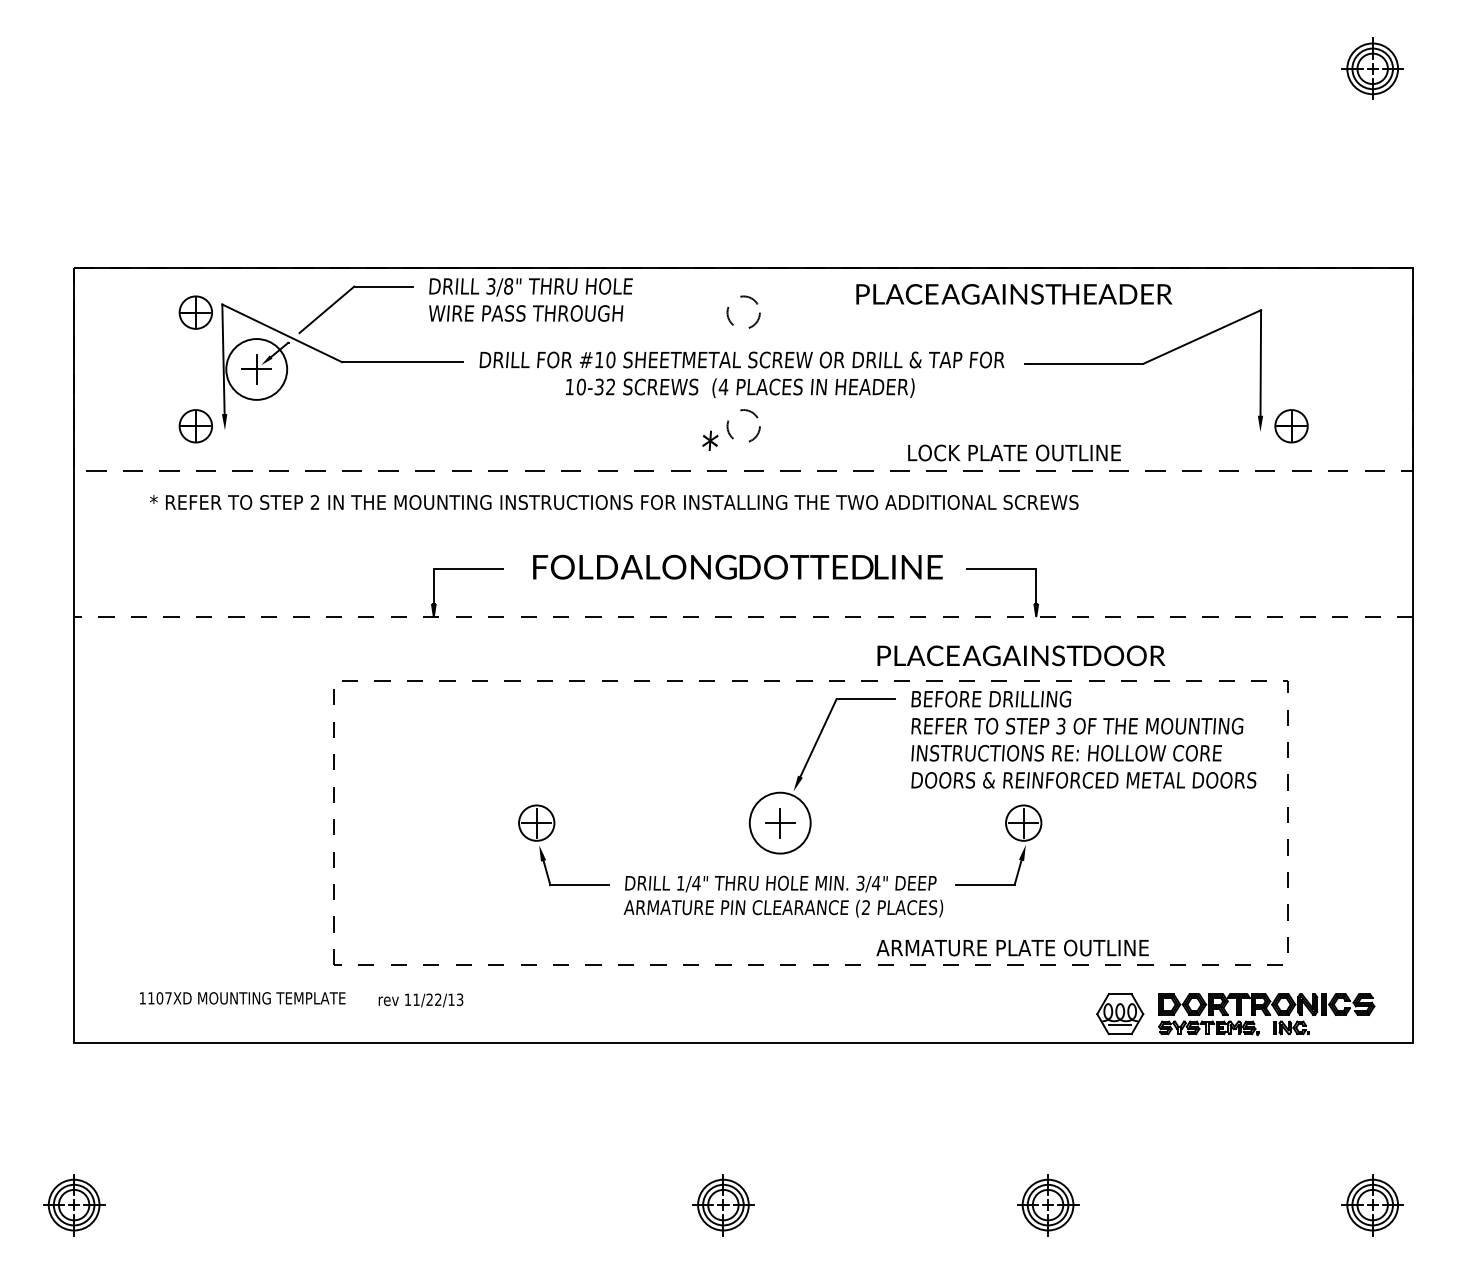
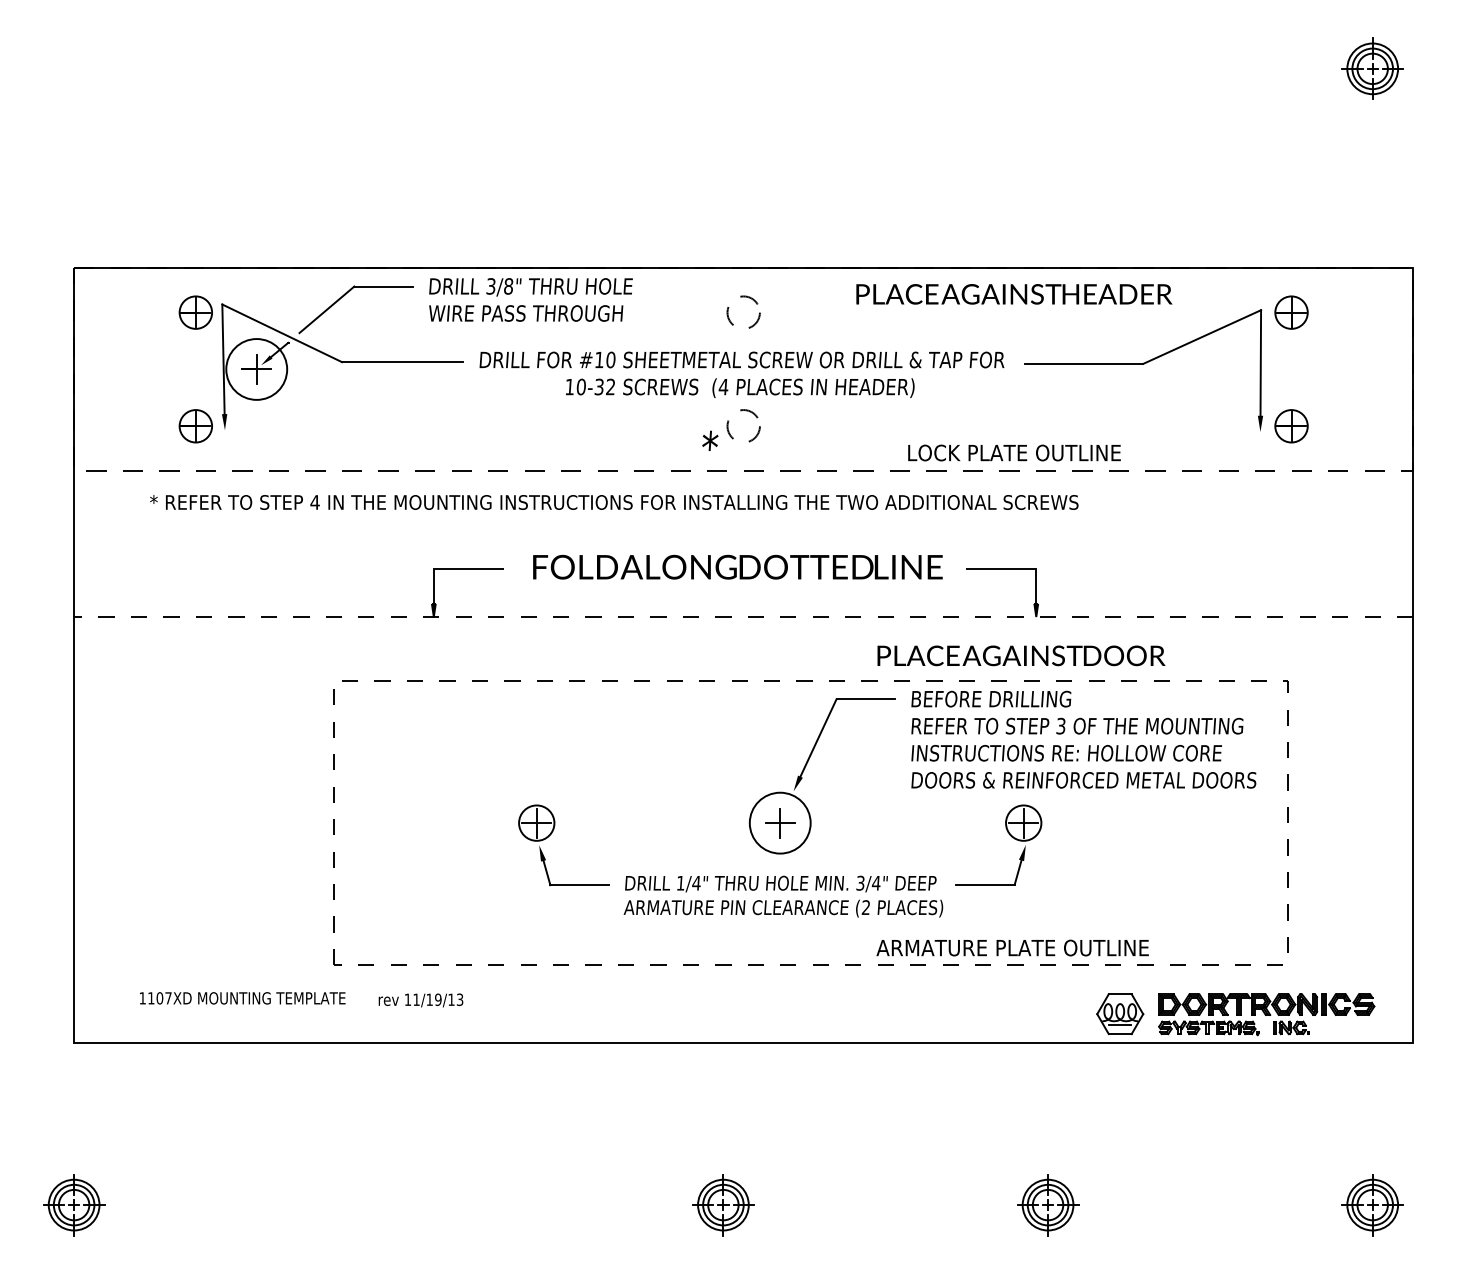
part at (1291, 312): none -> present
text at (314, 502): 2 -> 4
text at (433, 999): 11/22/13 -> 11/19/13
